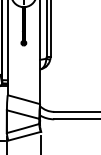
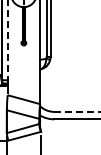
line at (7, 48): solid -> dashed
line at (78, 111): solid -> dashed
